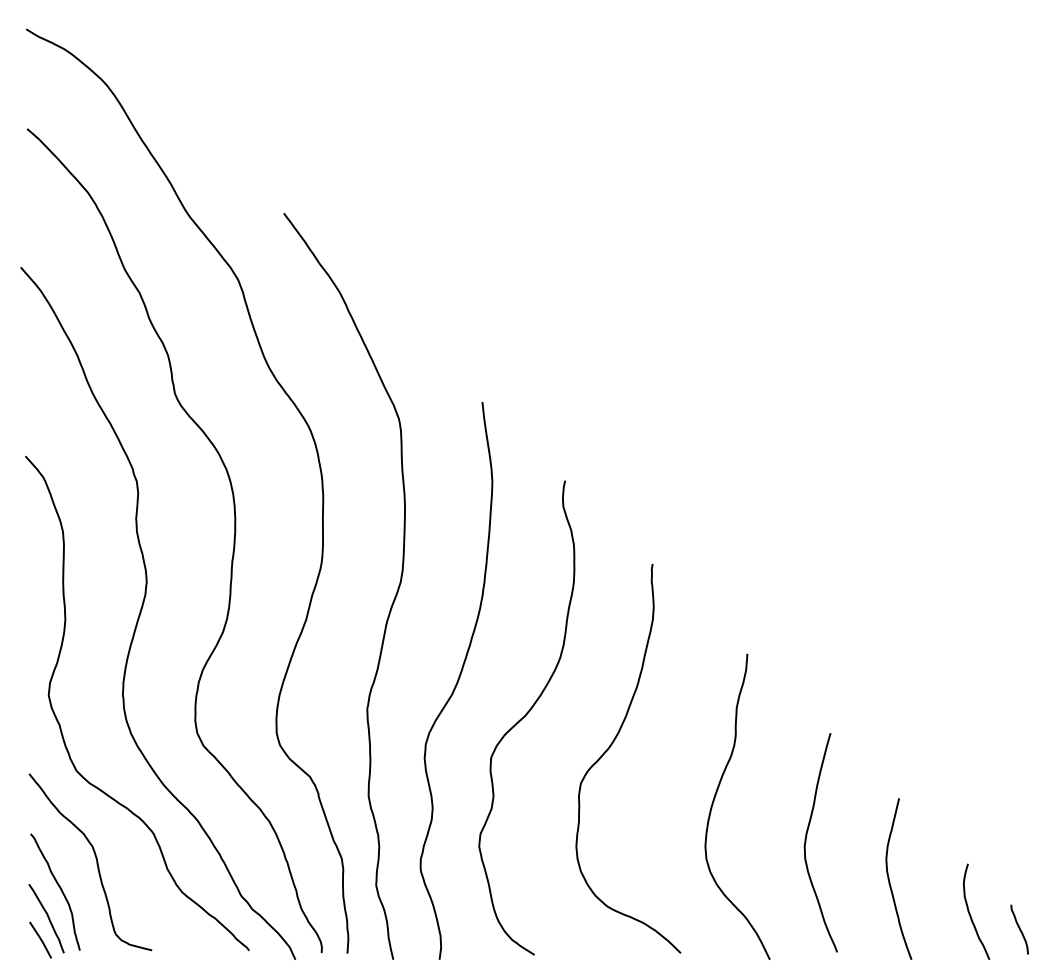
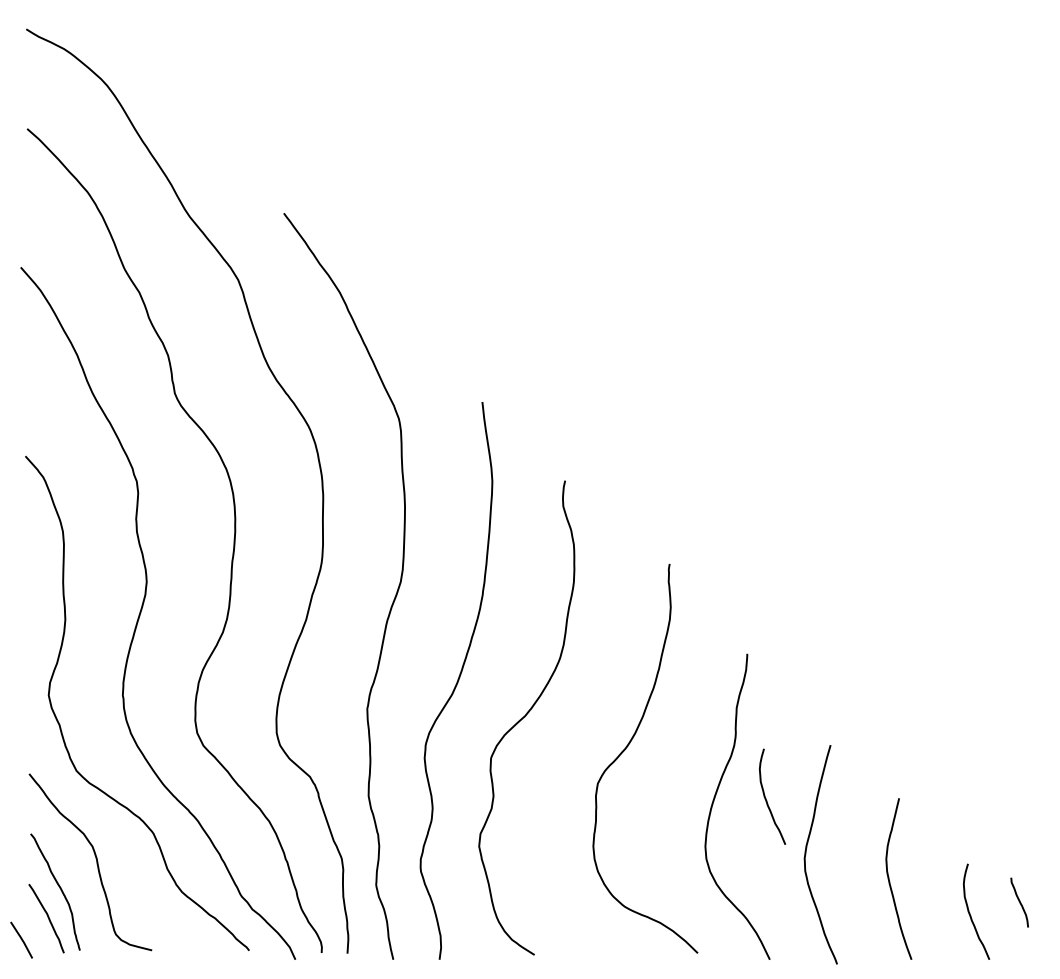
curve at (611, 746) position: (611, 746) -> (628, 746)
curve at (766, 798): none -> present
curve at (806, 842) position: (806, 842) -> (806, 854)
curve at (1019, 929) position: (1019, 929) -> (1019, 902)
line at (40, 939) position: (40, 939) -> (21, 939)
